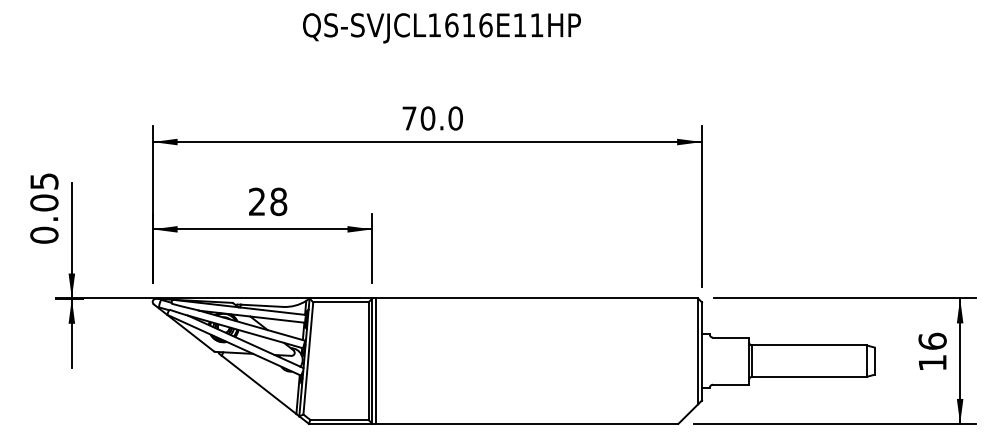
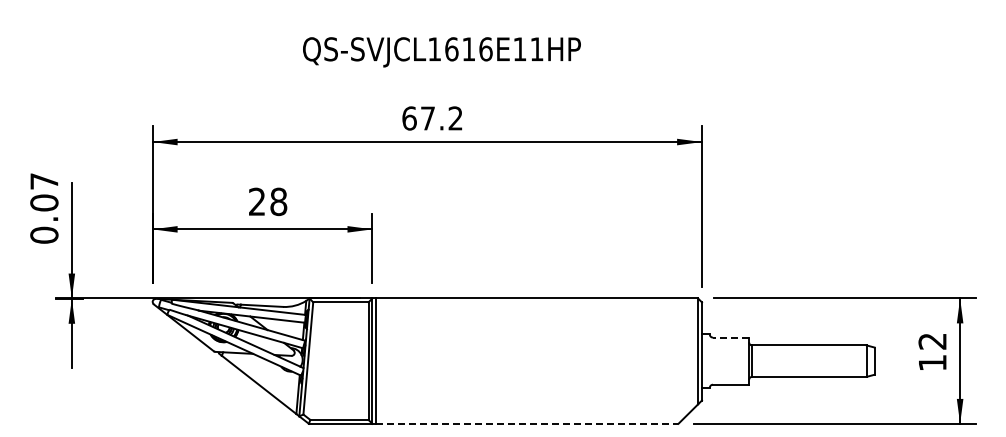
text at (441, 28) position: (441, 28) -> (441, 52)
text at (432, 118): 70.0 -> 67.2
text at (44, 181): 0.05 -> 0.07
line at (730, 337): solid -> dashed
text at (932, 340): 16 -> 12
line at (527, 423): solid -> dashed
